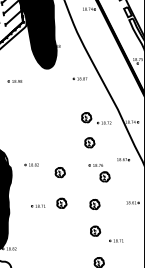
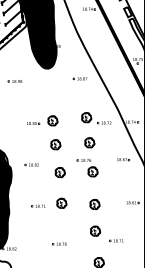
part at (42, 120): none -> present
part at (55, 144): none -> present
part at (99, 173) position: (99, 173) -> (87, 168)
part at (59, 243): none -> present
